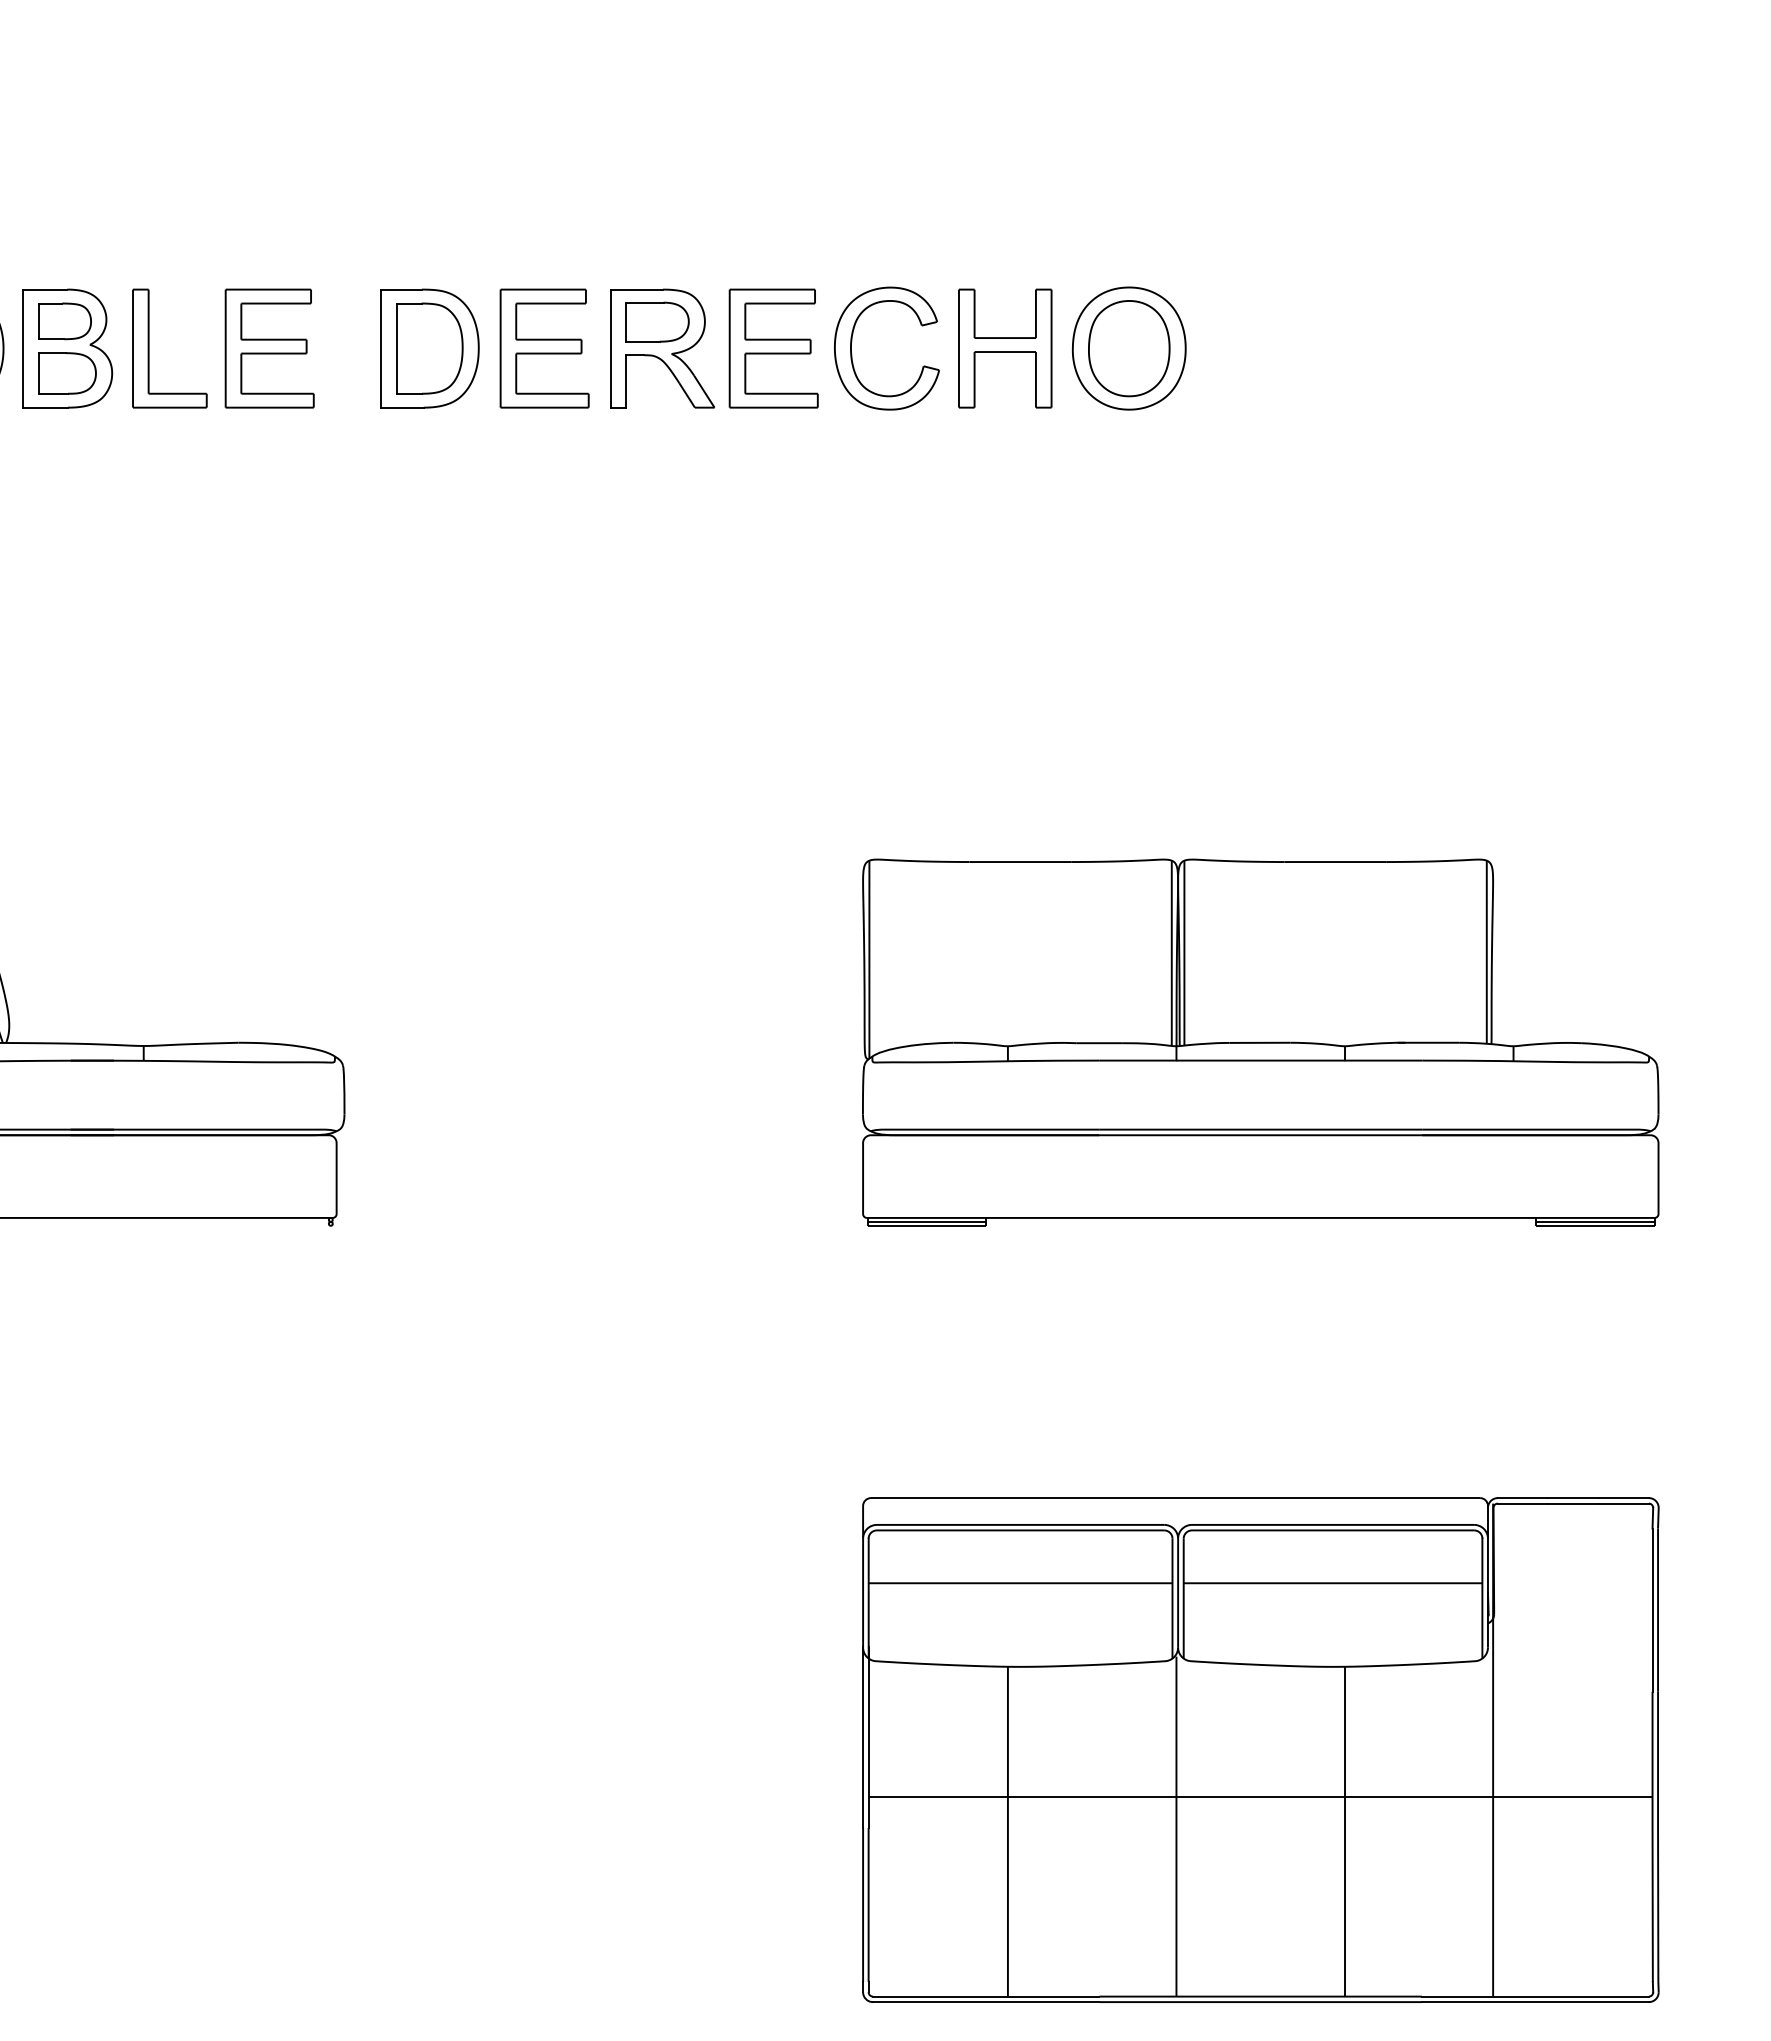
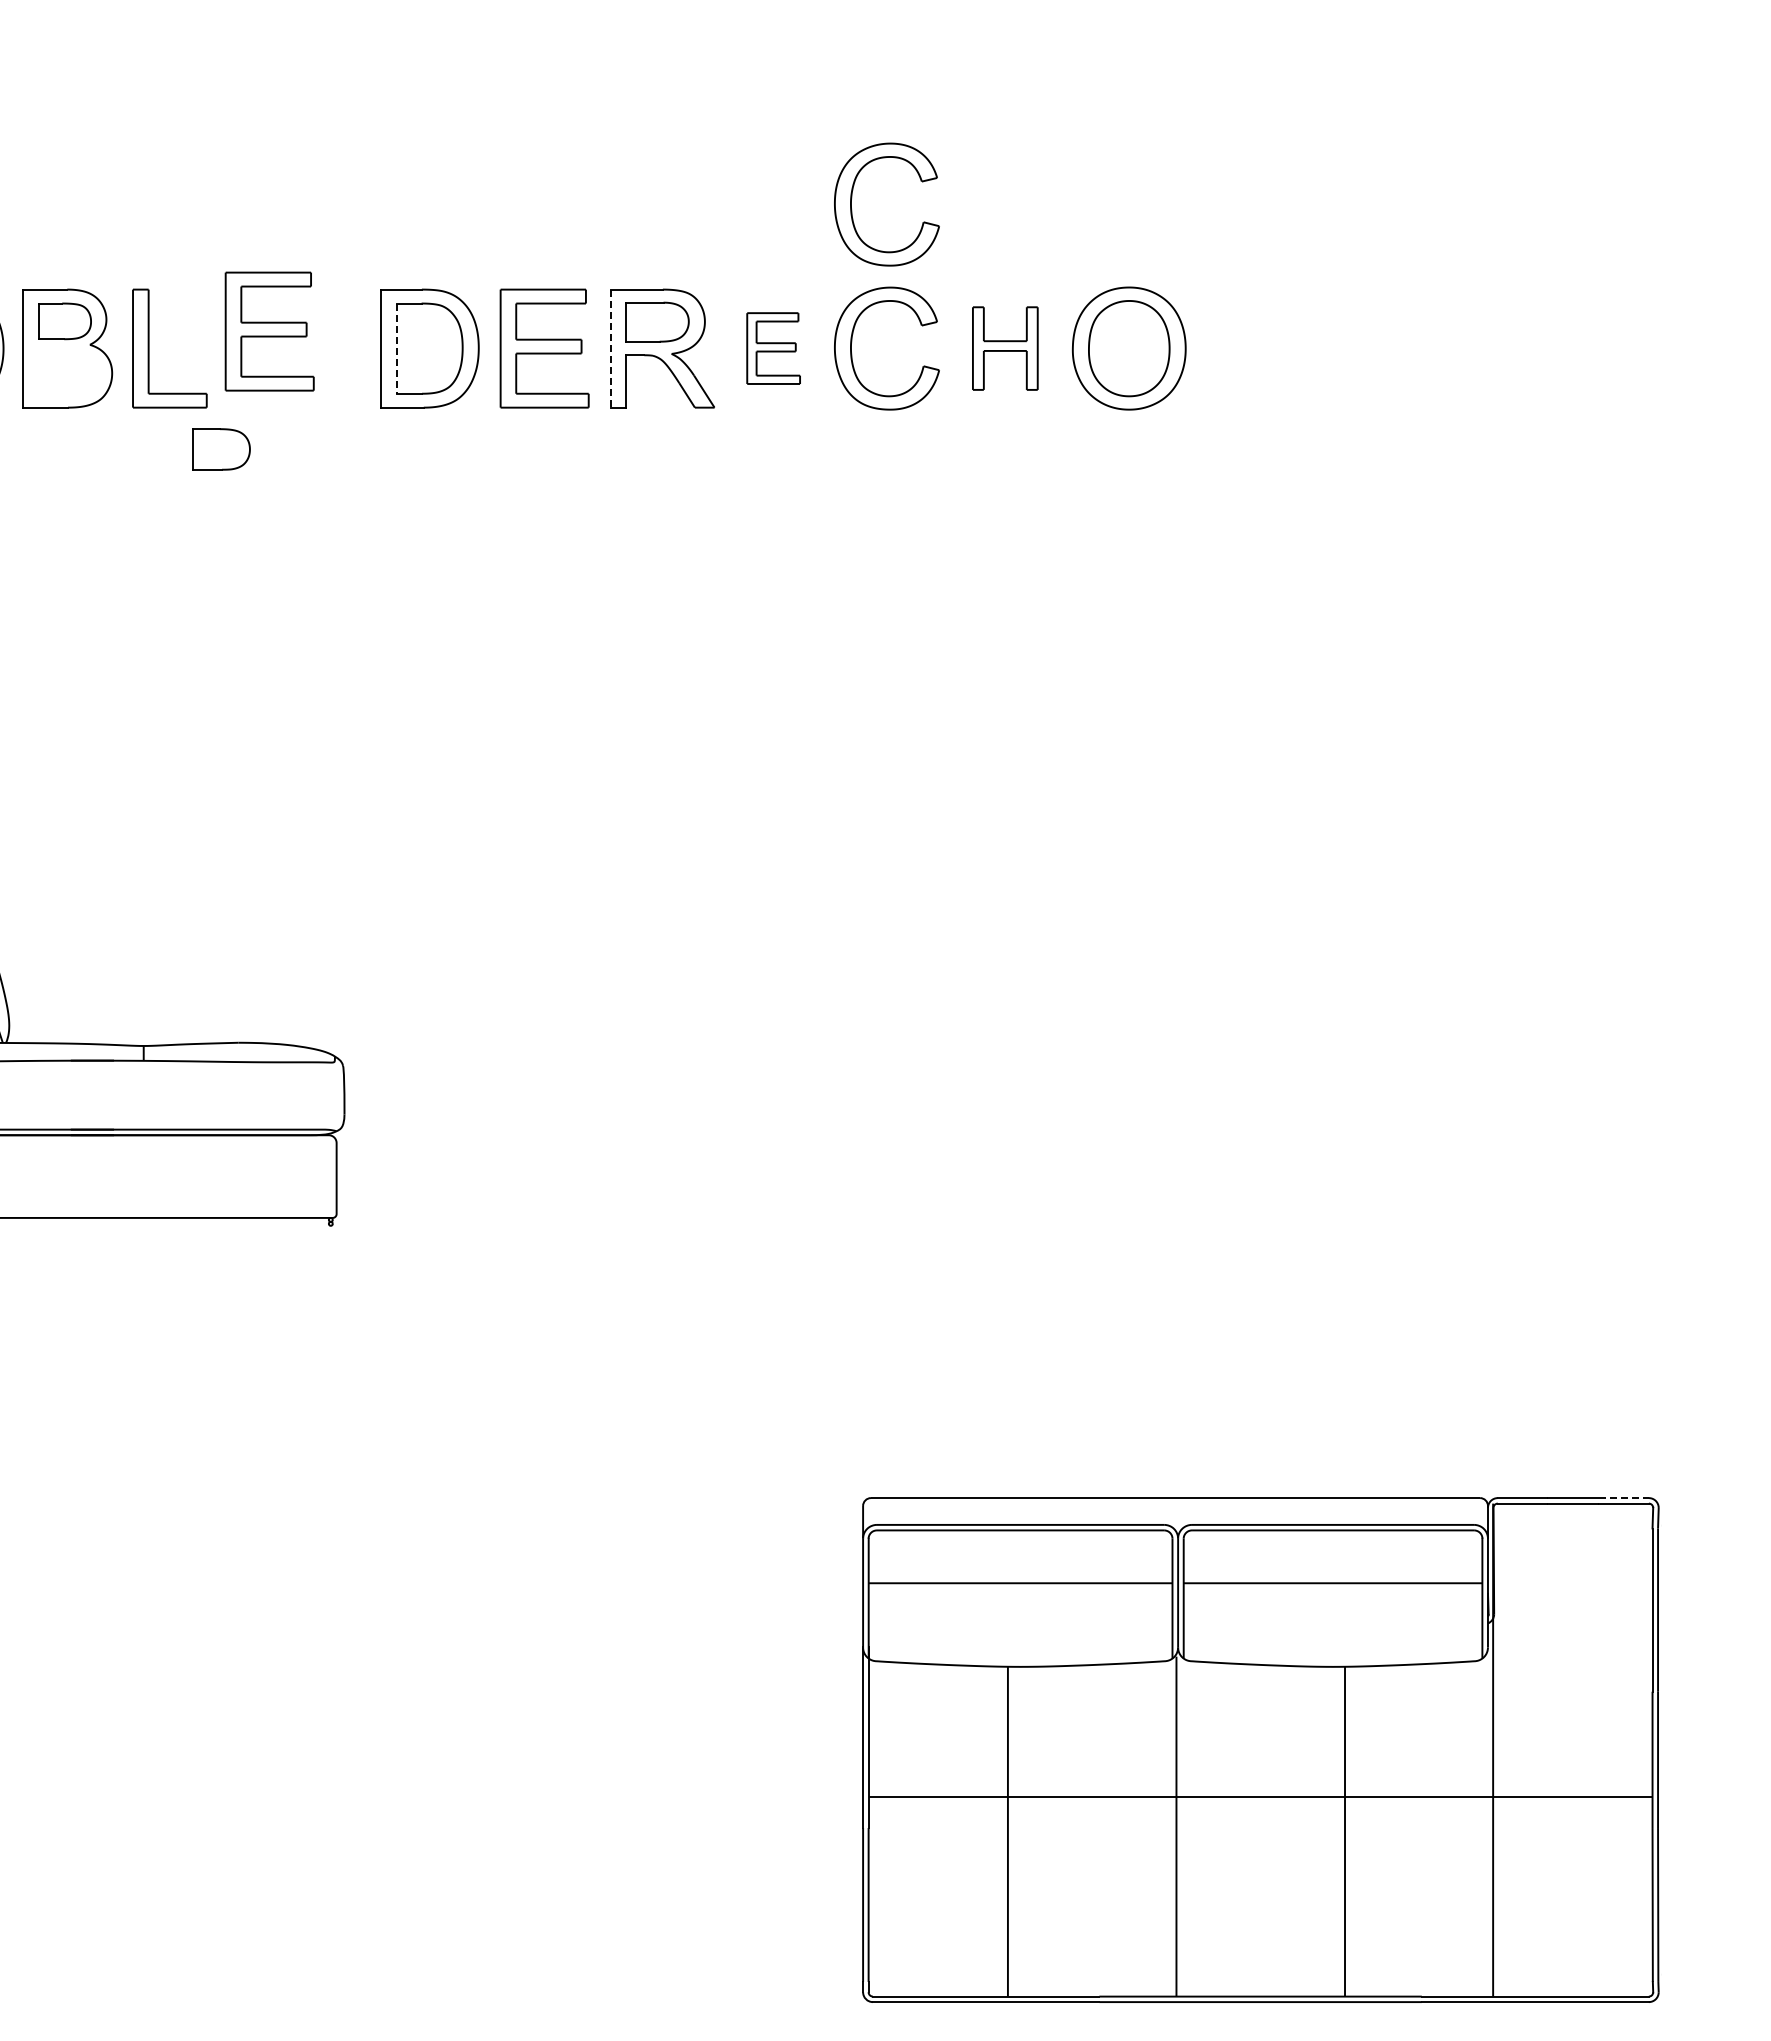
part at (852, 198): none -> present
part at (269, 348) position: (269, 348) -> (269, 331)
part at (773, 348) size: 91x121 px -> 55x73 px
part at (1005, 348) size: 95x121 px -> 67x85 px
line at (396, 349): solid -> dashed
line at (610, 349): solid -> dashed
part at (67, 373) position: (67, 373) -> (221, 449)
part at (1260, 1042): present -> none
line at (1624, 1498): solid -> dashed
